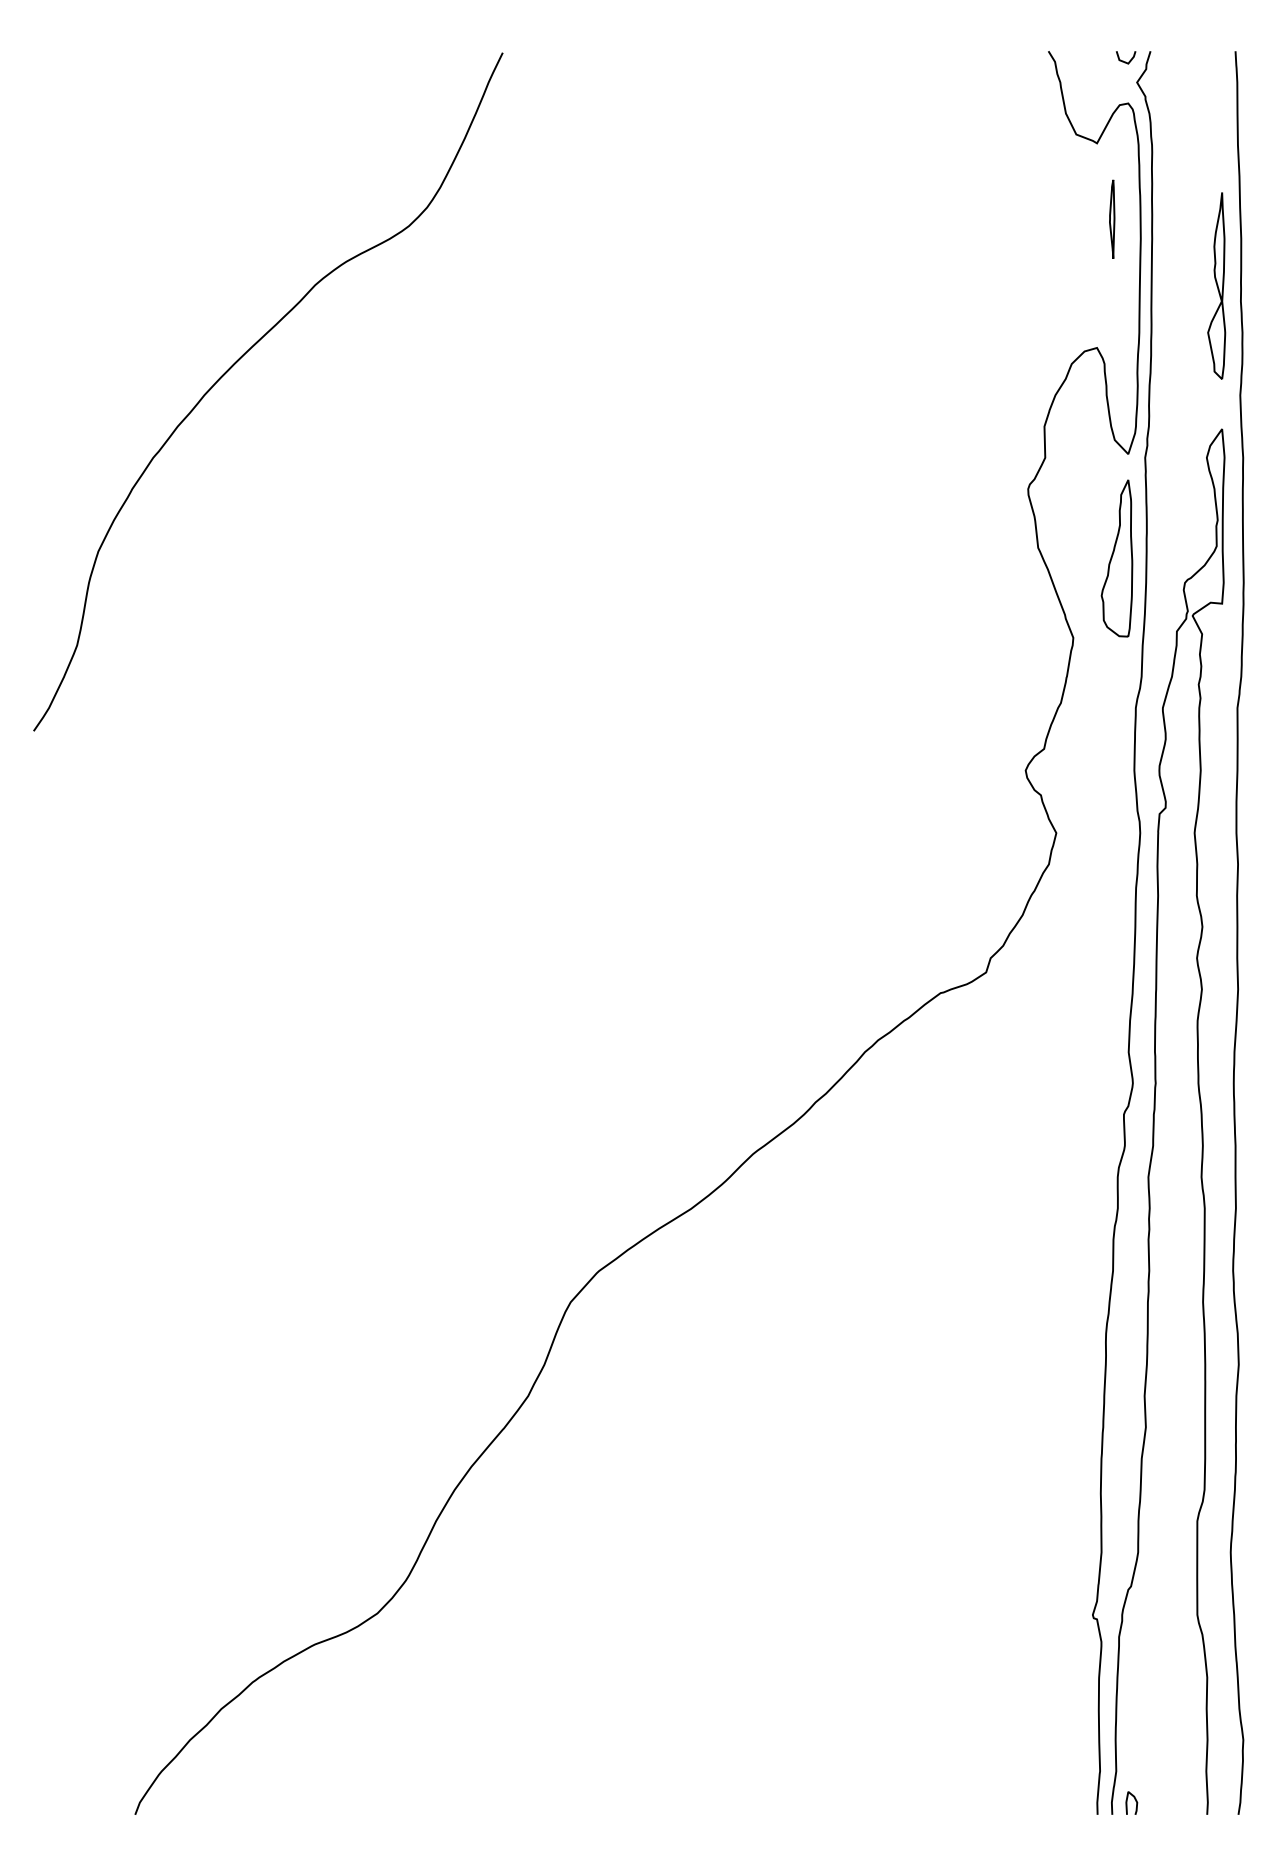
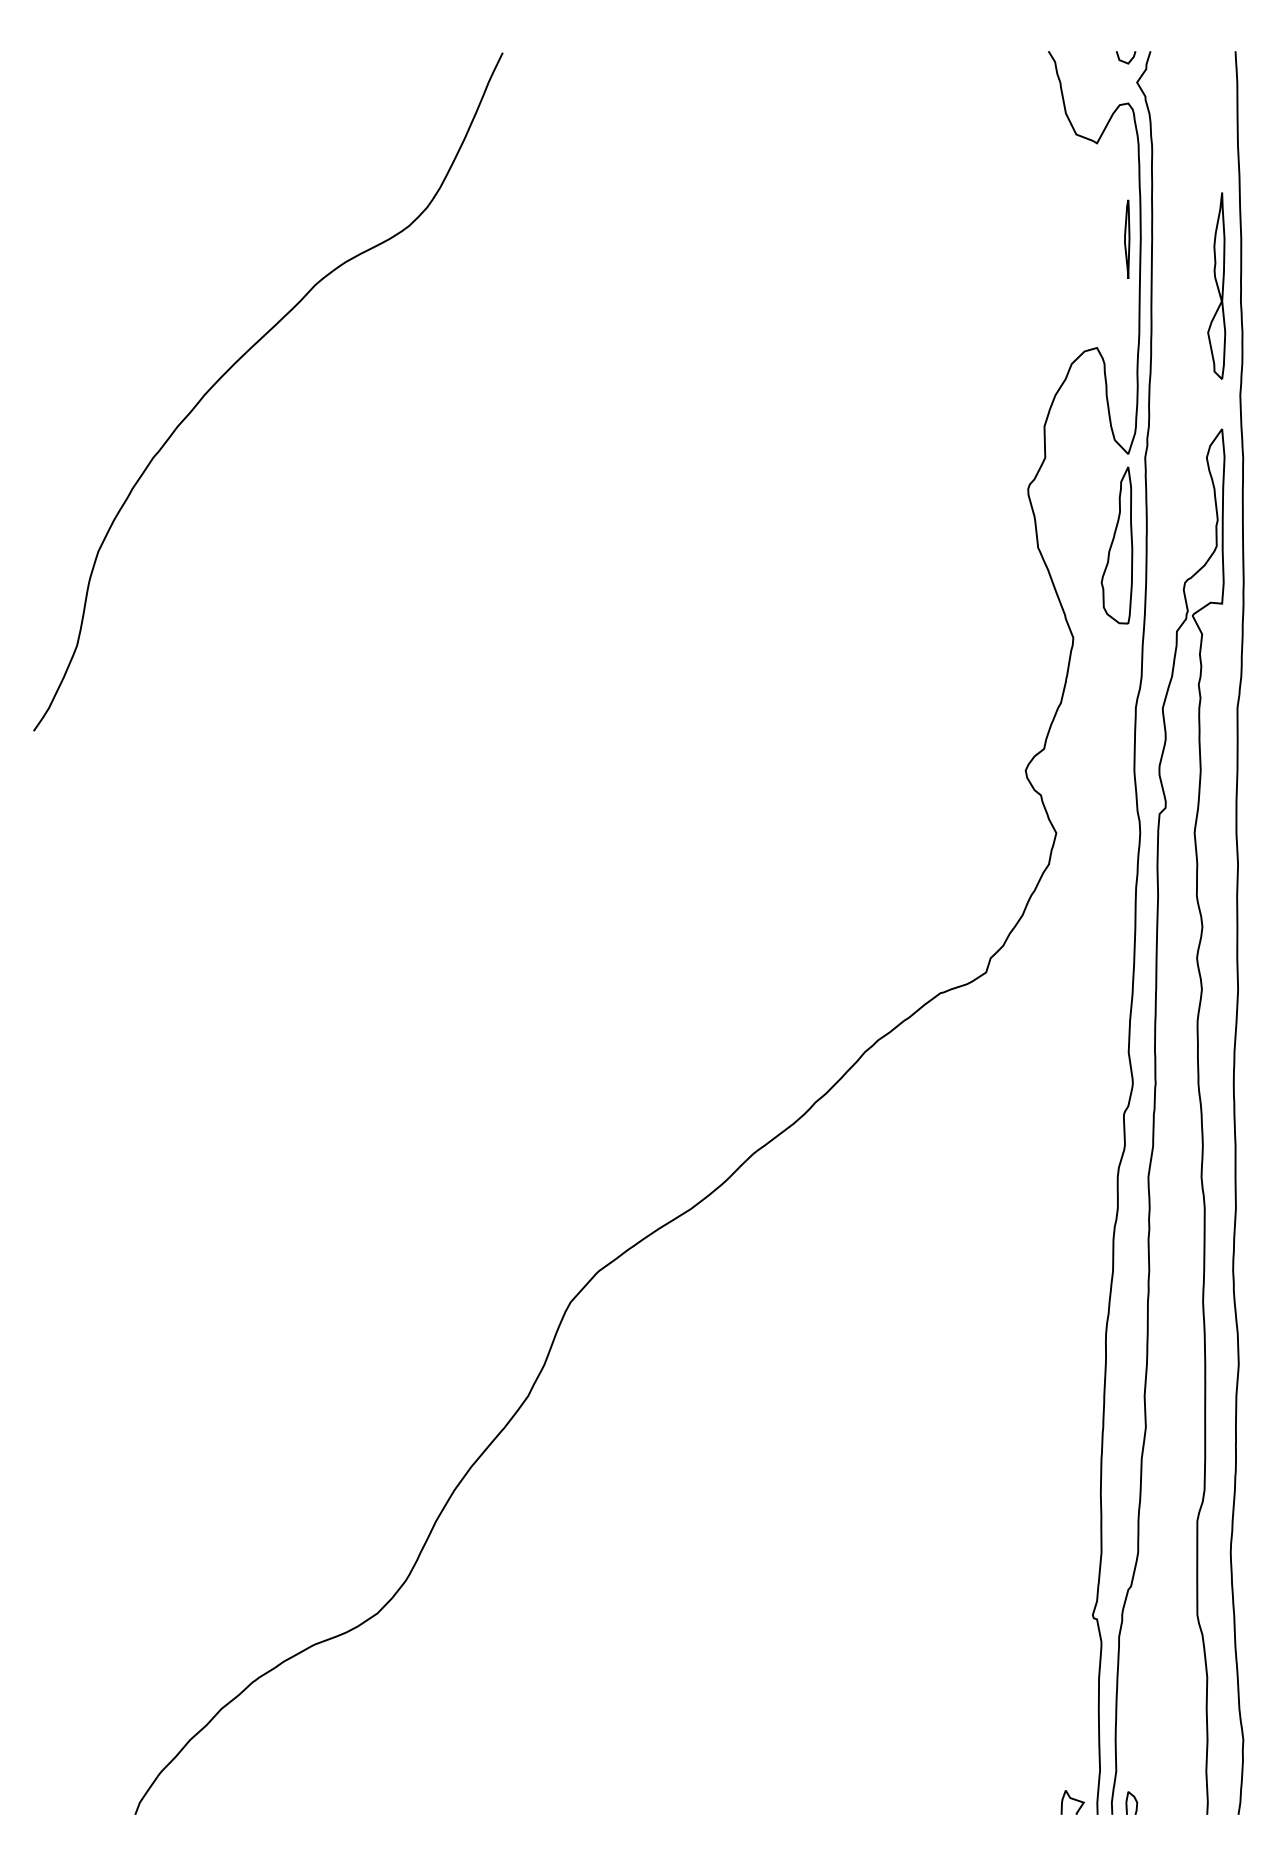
part at (1112, 218) position: (1112, 218) -> (1127, 238)
part at (1116, 558) position: (1116, 558) -> (1116, 545)
curve at (1073, 1800): none -> present
